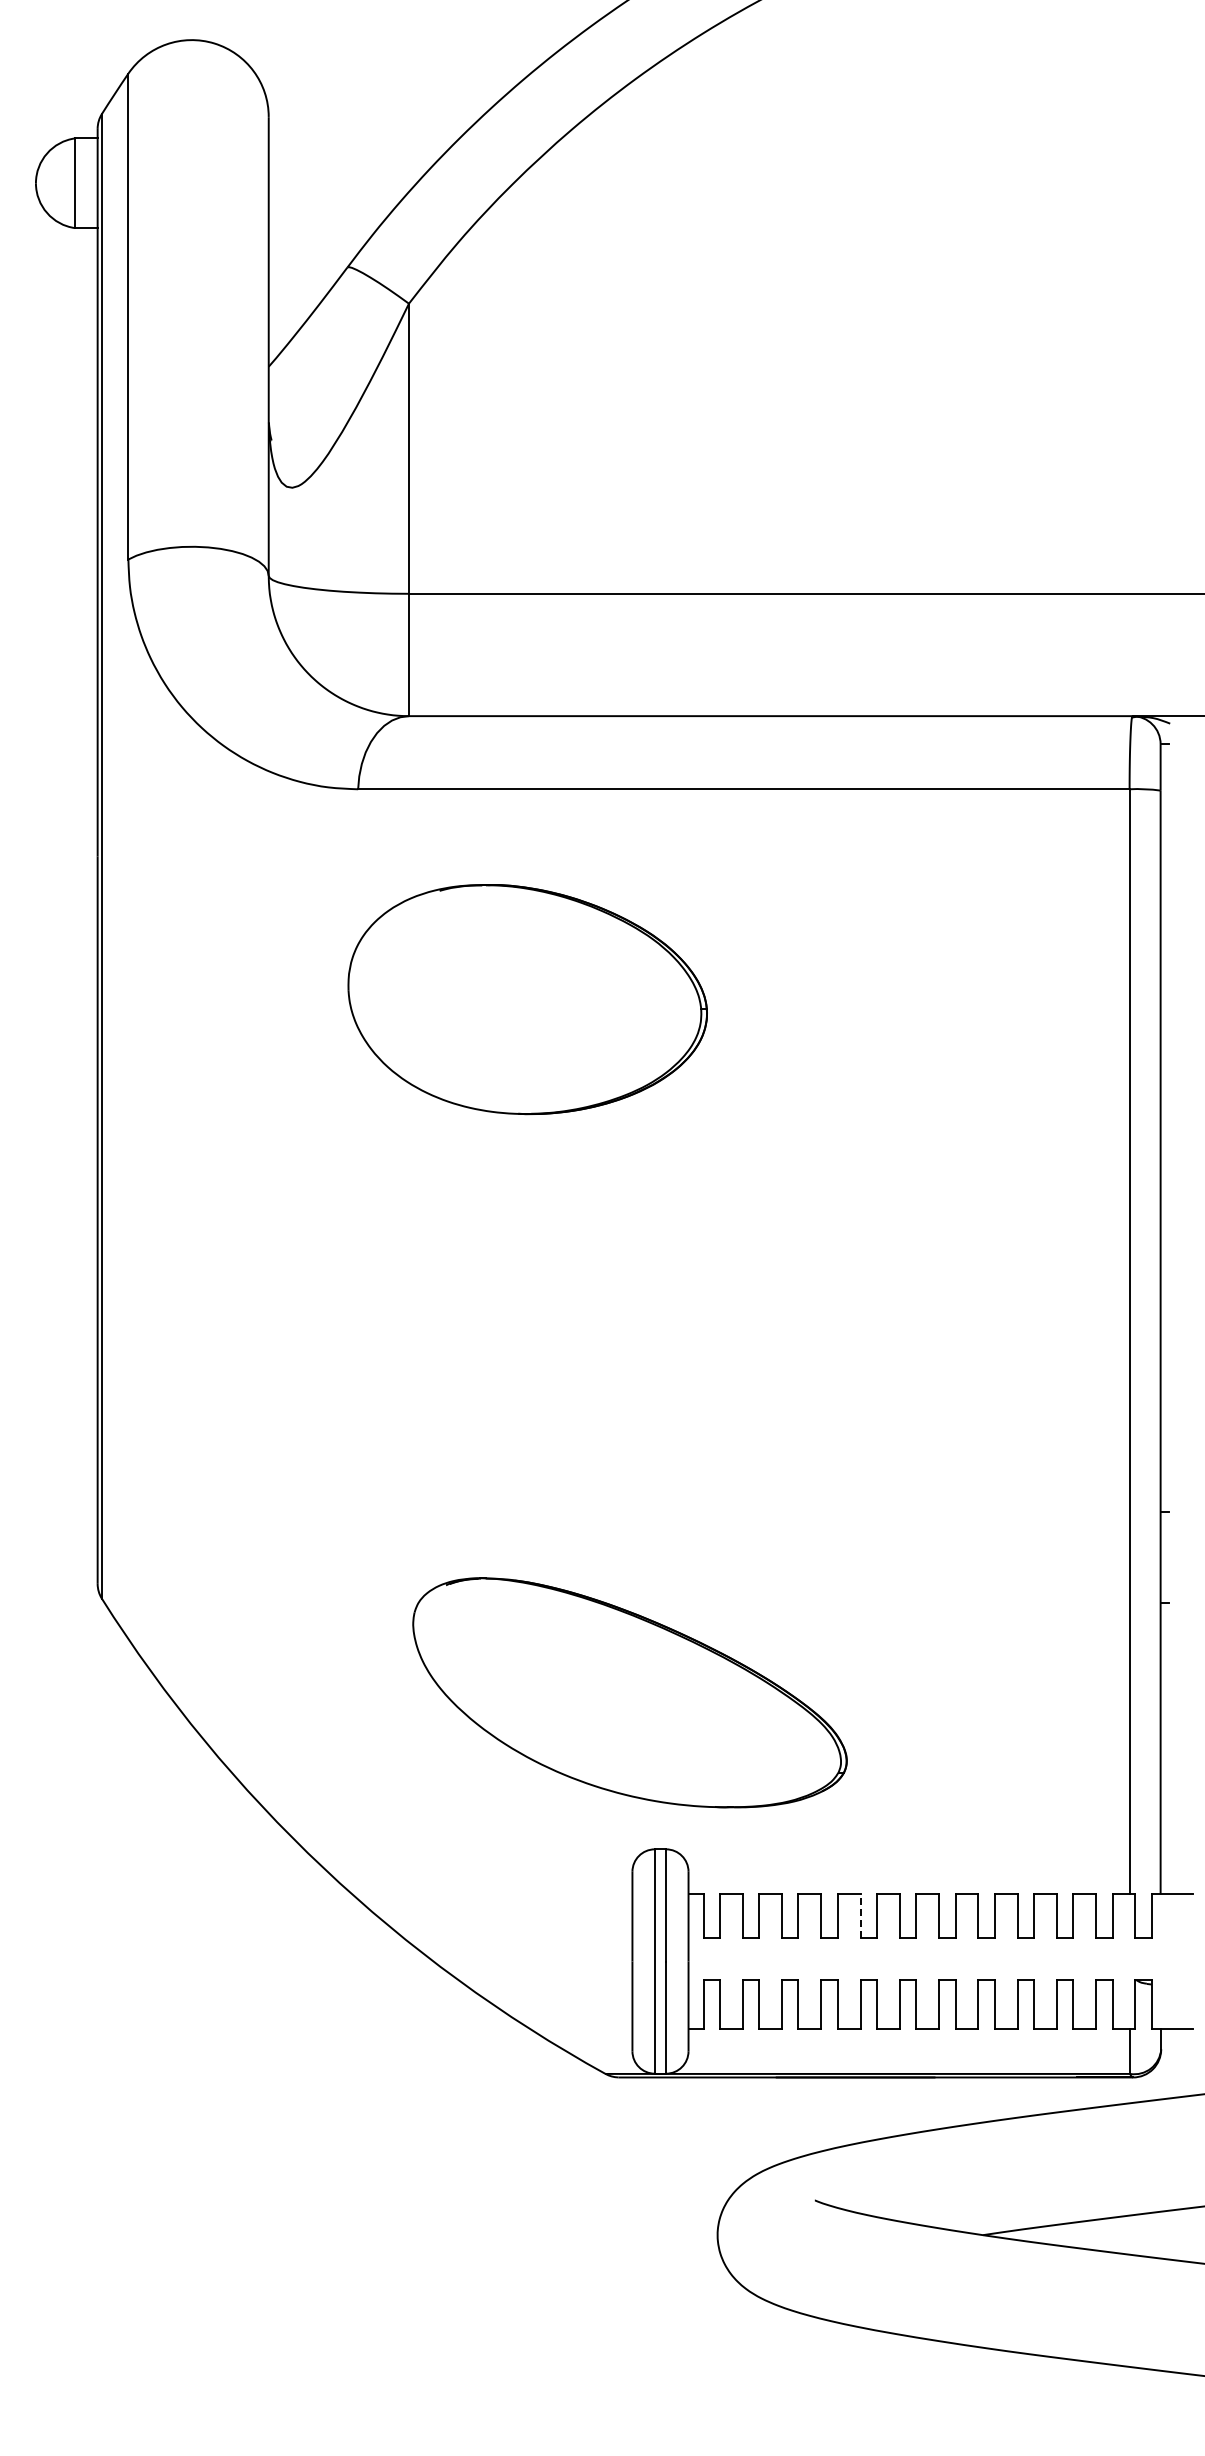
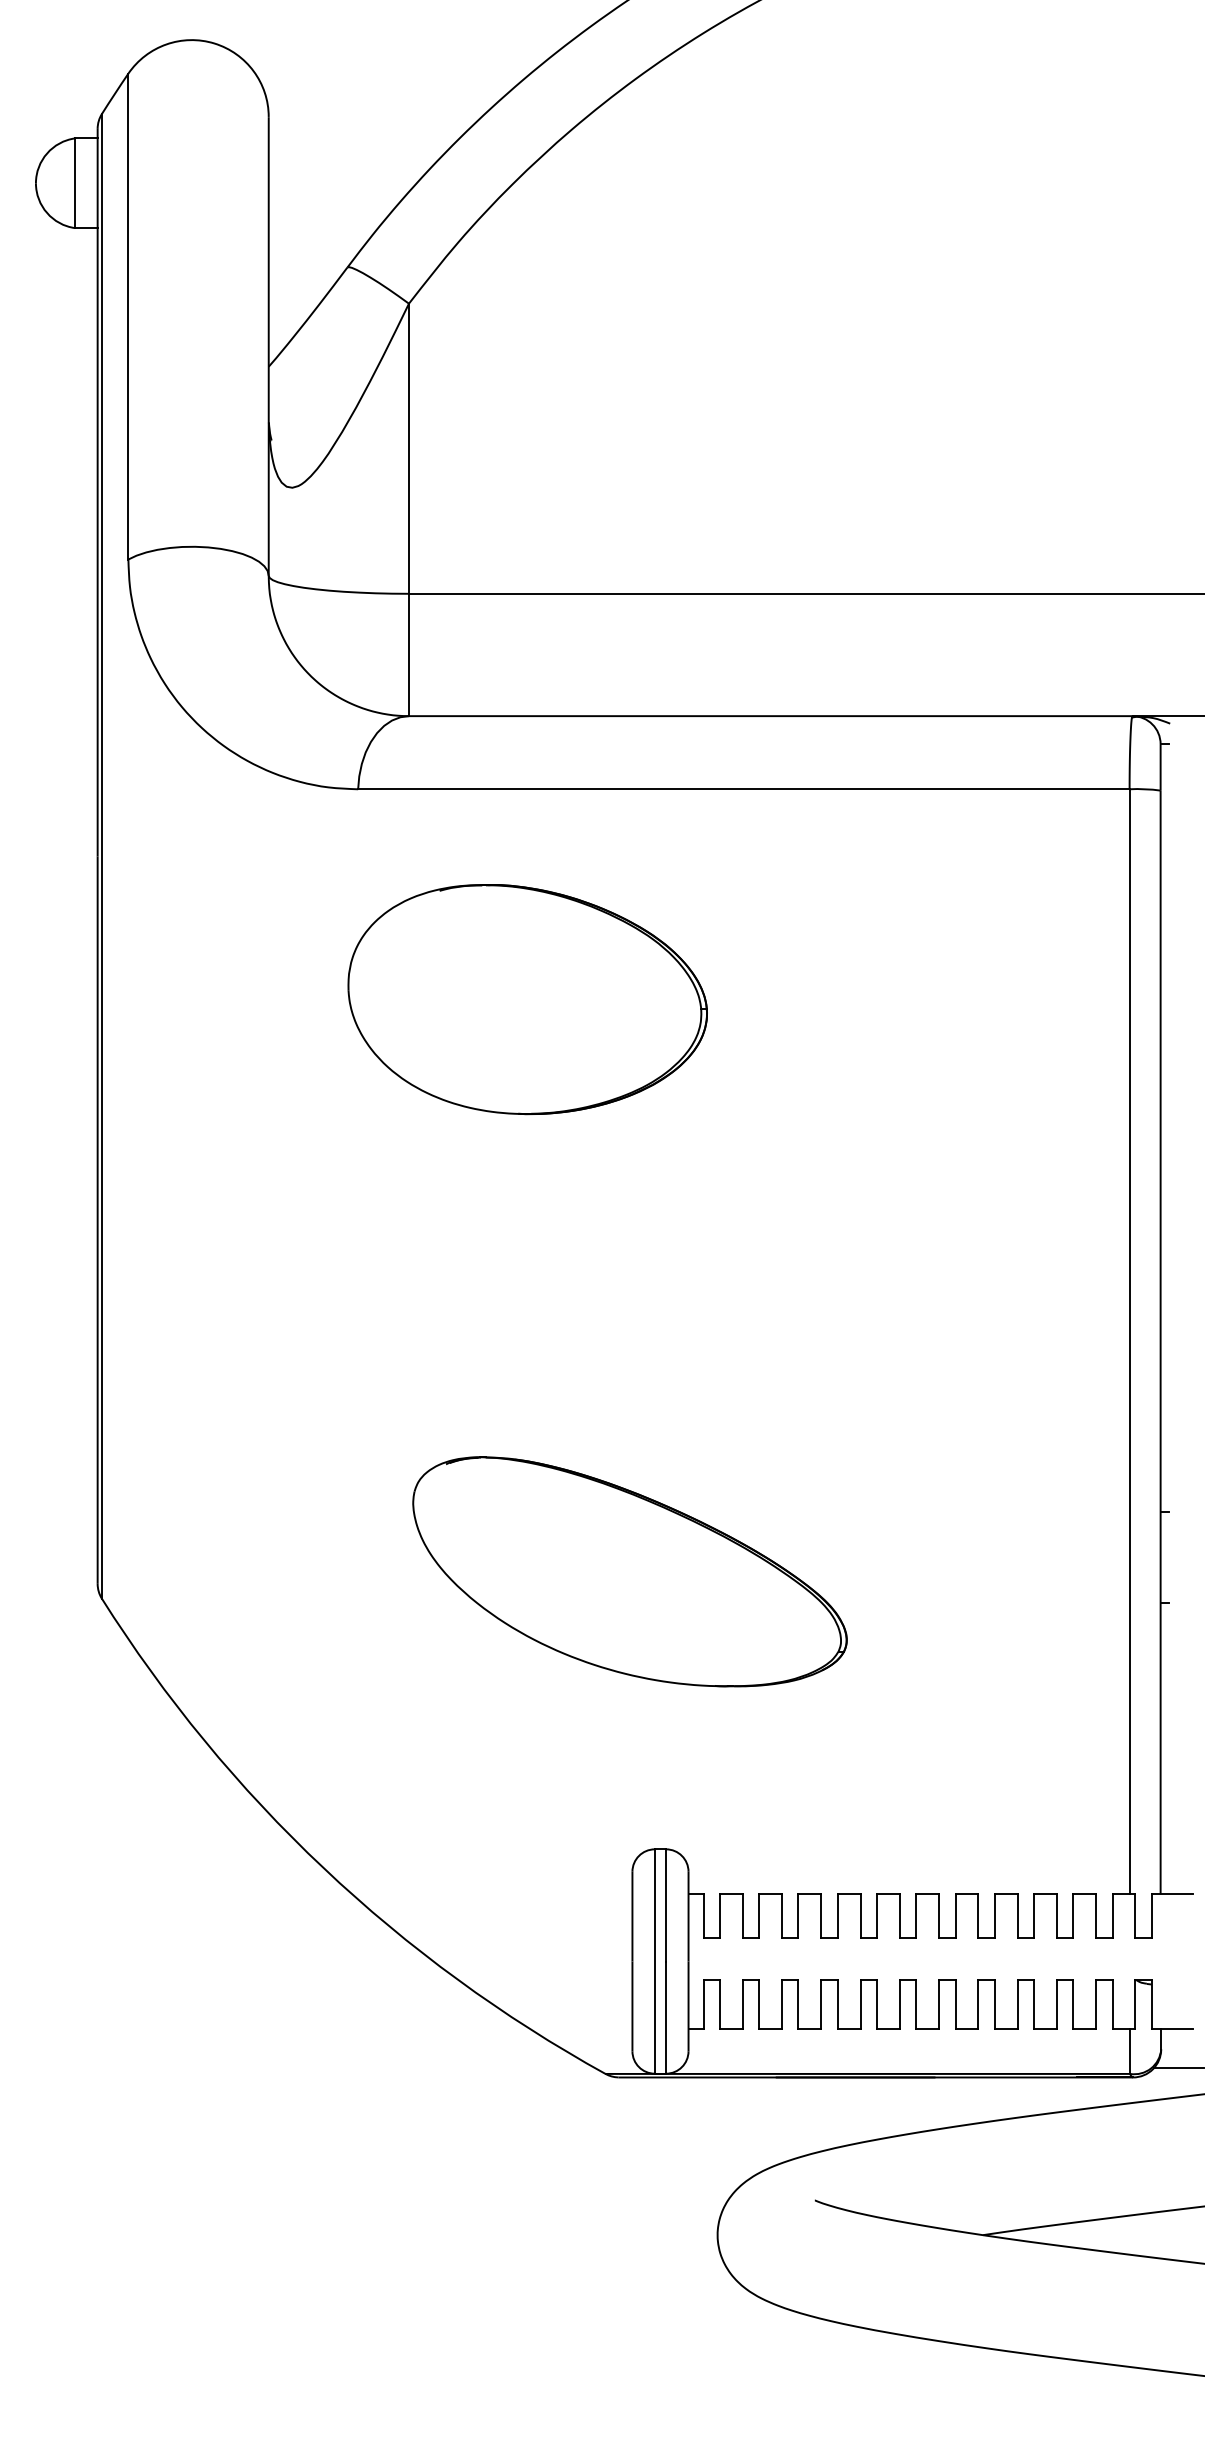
part at (629, 1692) position: (629, 1692) -> (629, 1571)
line at (860, 1916): dashed -> solid
line at (1177, 2068): none -> present
